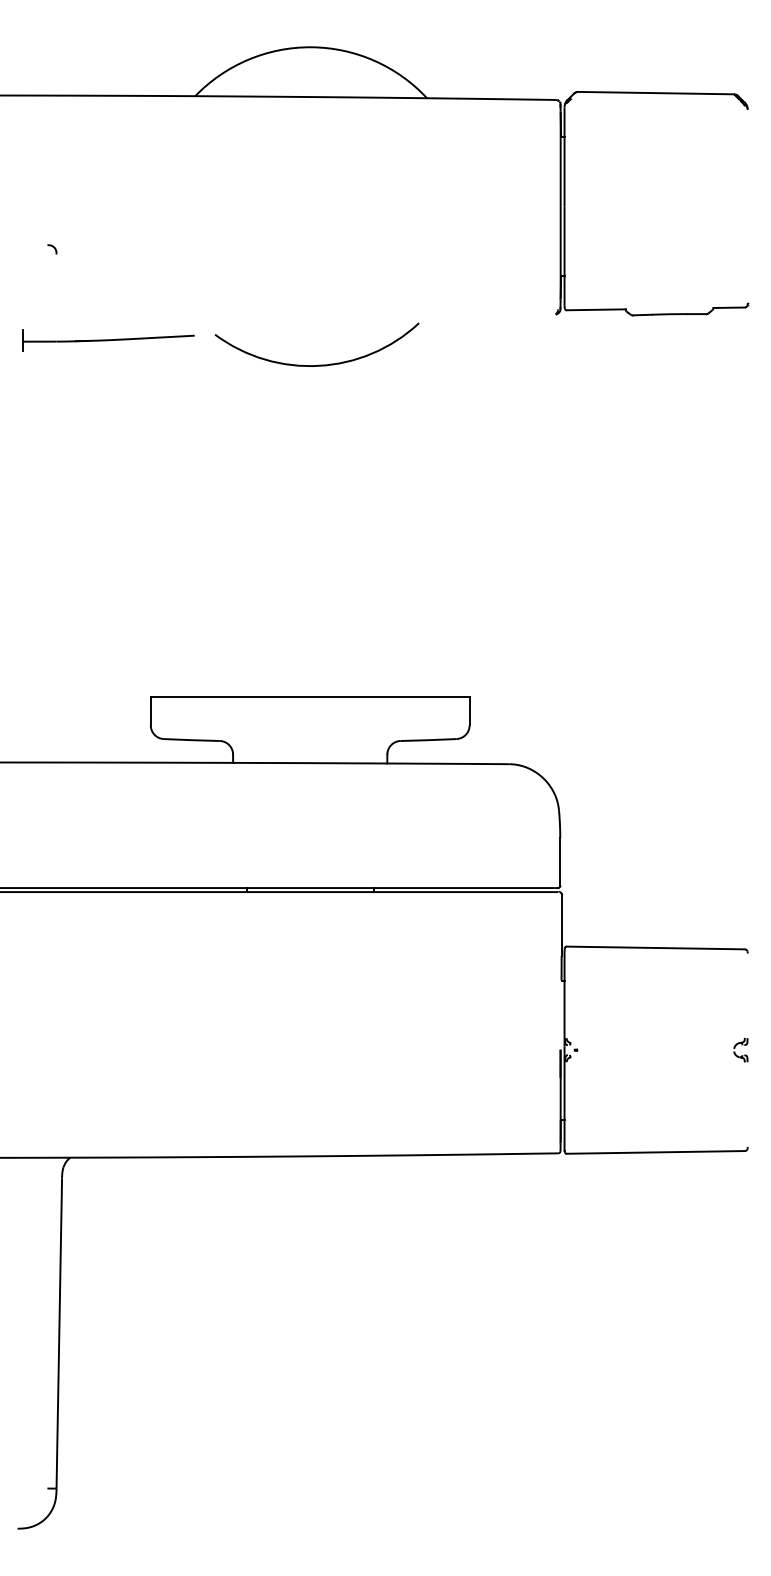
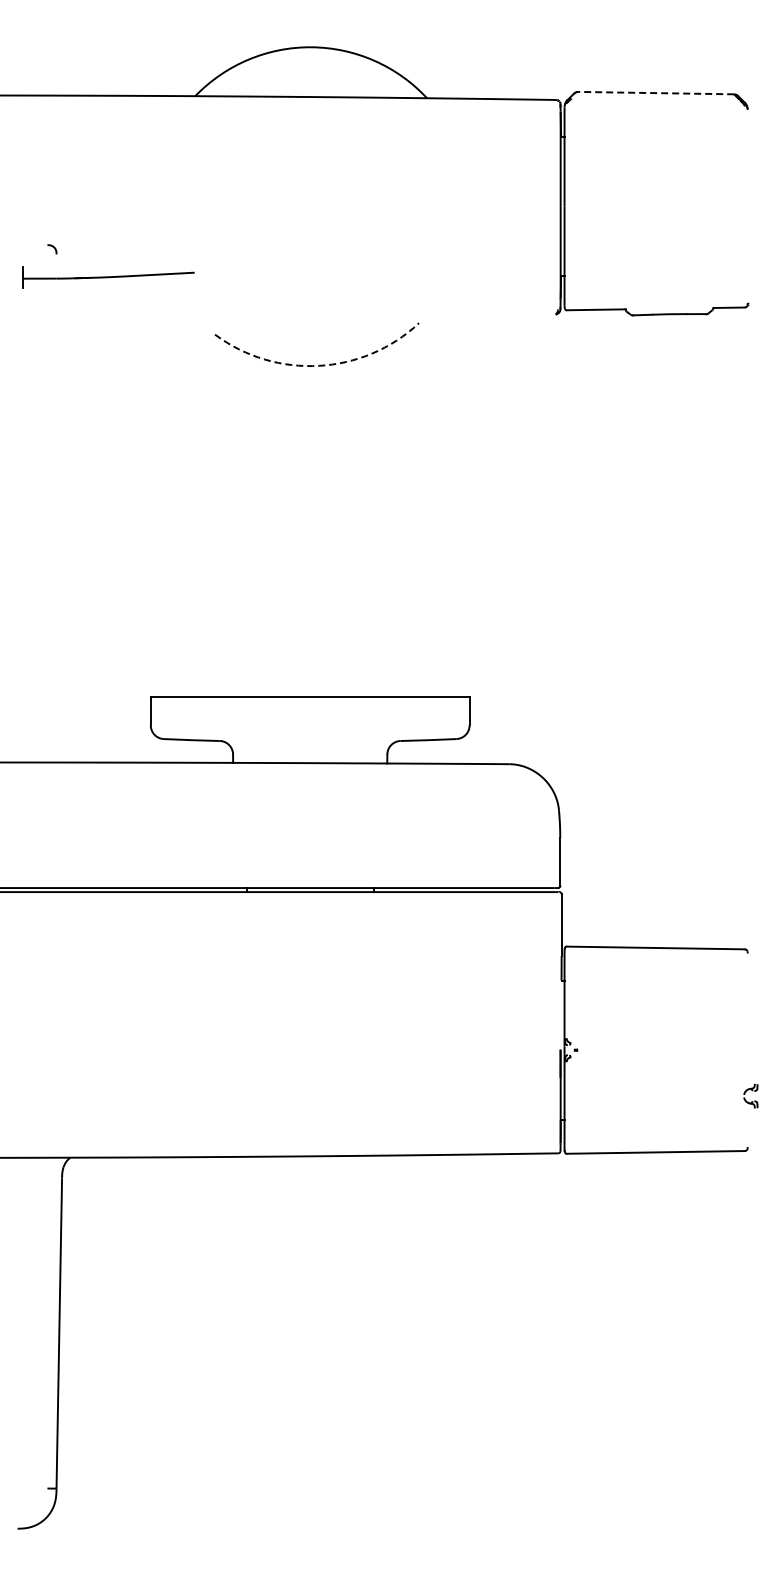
line at (655, 93): solid -> dashed
part at (108, 340) position: (108, 340) -> (108, 277)
arc at (319, 365): solid -> dashed
part at (740, 1050) position: (740, 1050) -> (750, 1096)
